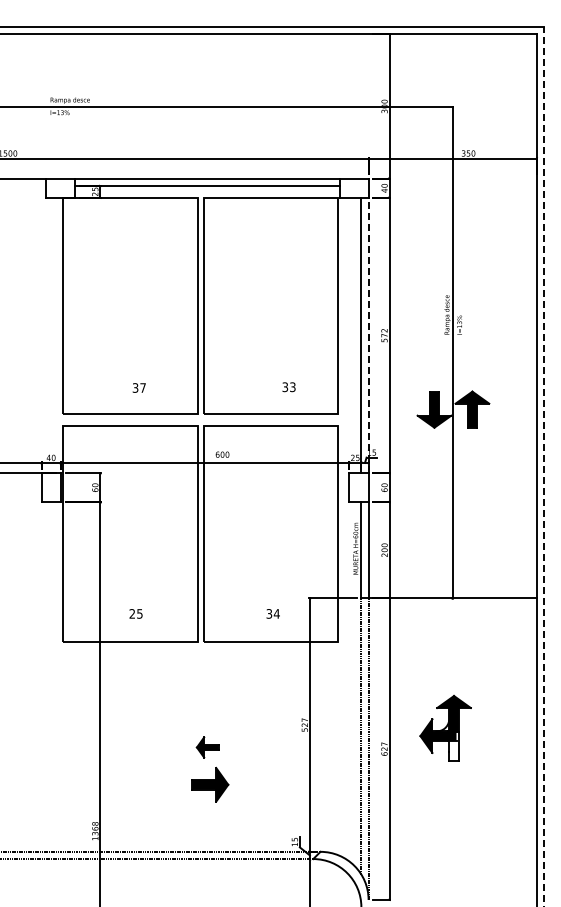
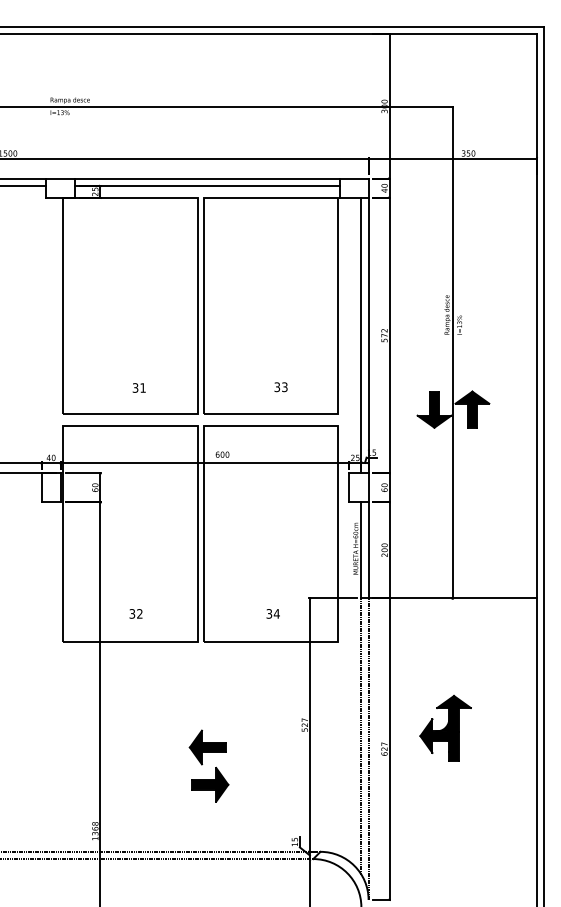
line at (24, 185): none -> present
line at (368, 335): dashed -> solid
text at (142, 387): 37 -> 31
text at (288, 387) position: (288, 387) -> (280, 387)
line at (544, 466): dashed -> solid
text at (135, 613): 25 -> 32
fill at (448, 740): none -> present
part at (207, 747) size: 25x23 px -> 39x37 px
